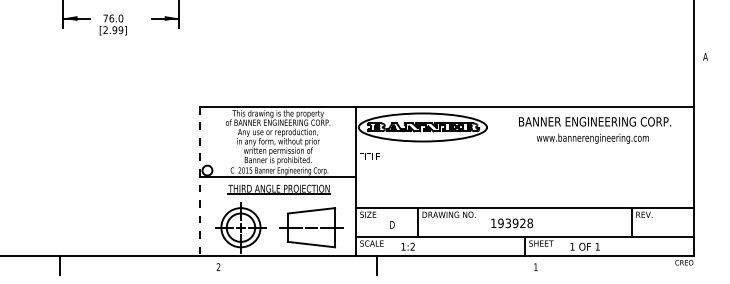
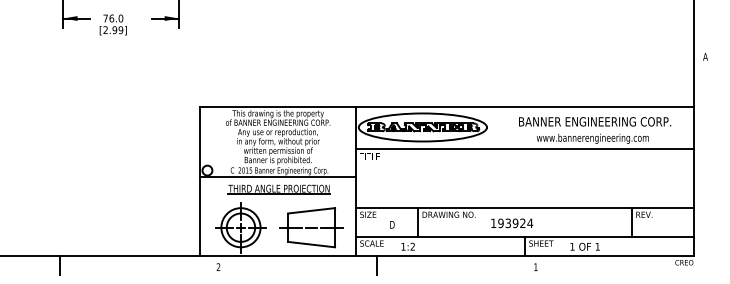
line at (524, 148): none -> present
line at (200, 181): dashed -> solid
text at (530, 223): 193928 -> 193924
